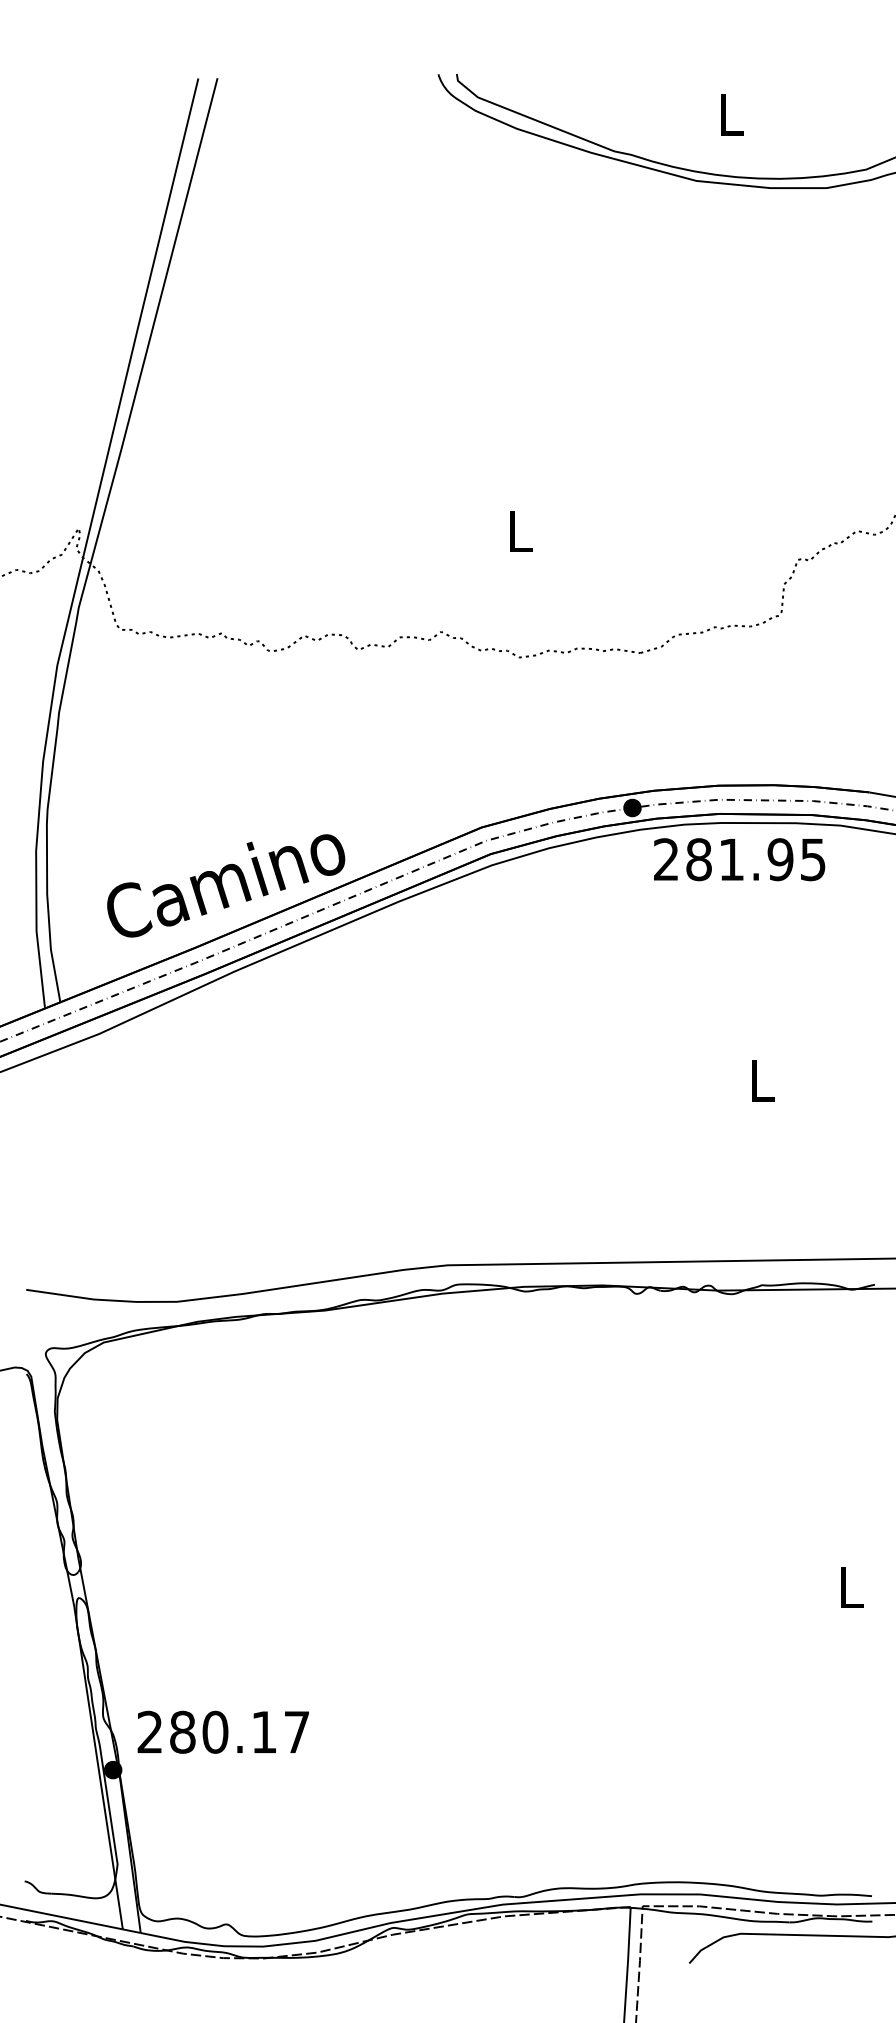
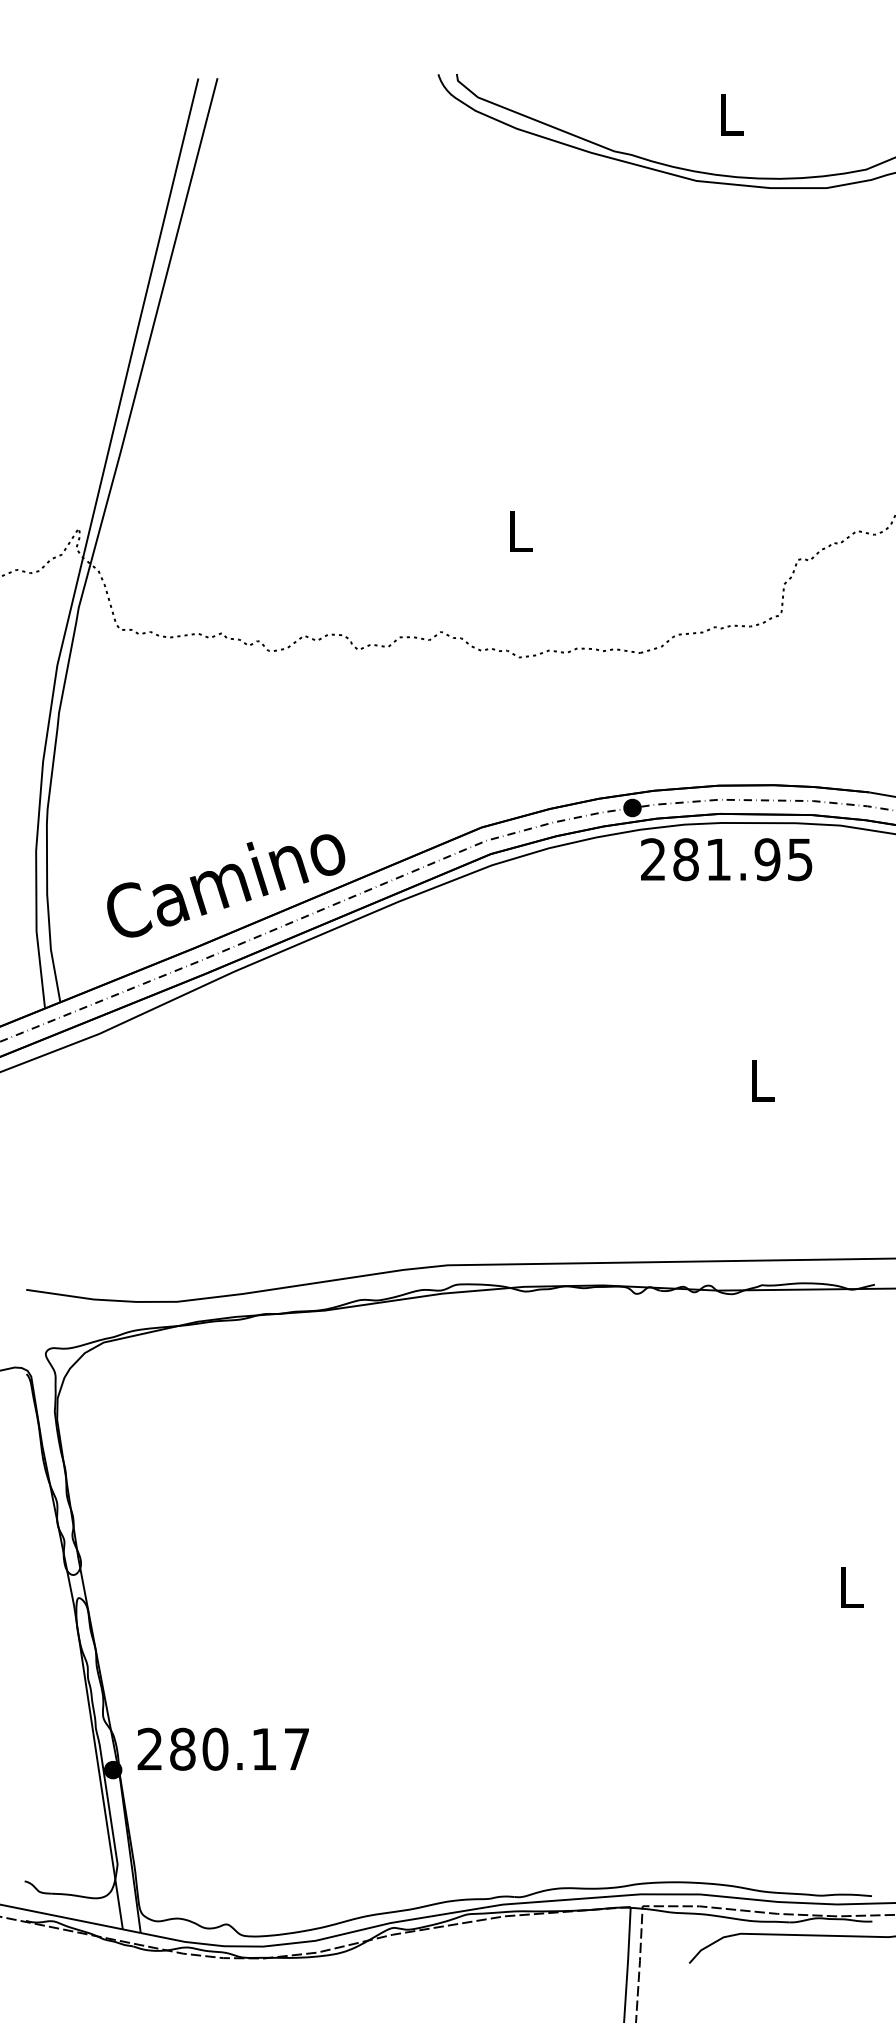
text at (739, 859) position: (739, 859) -> (726, 859)
text at (222, 1731) position: (222, 1731) -> (222, 1748)
